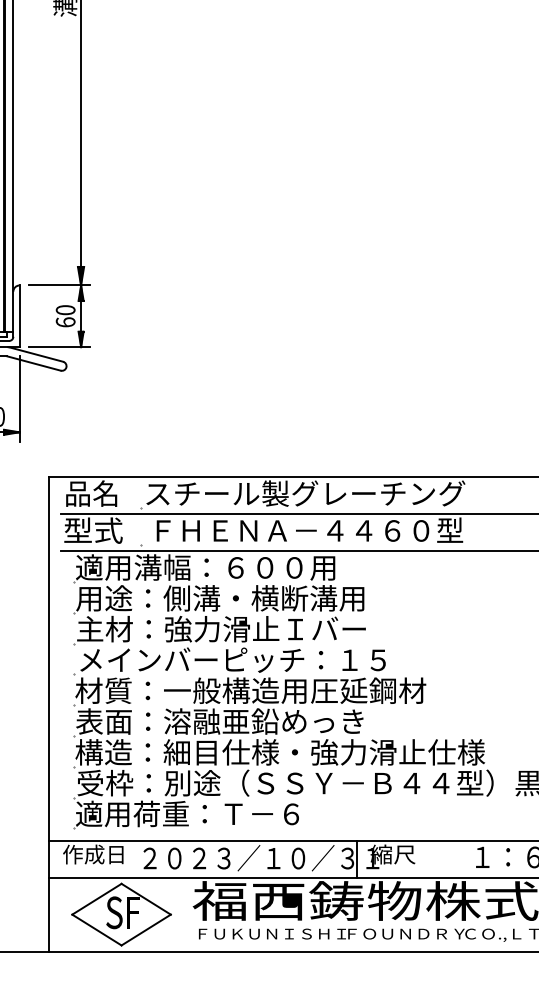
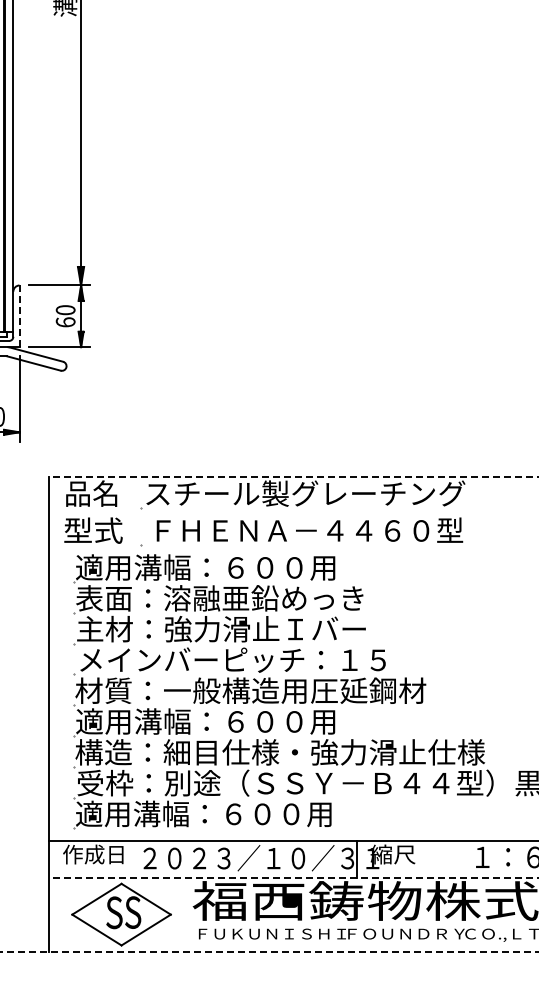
line at (19, 316): solid -> dashed
line at (293, 477): solid -> dashed
line at (298, 514): present -> none
line at (298, 551): present -> none
text at (220, 598): 用途：側溝・横断溝用 -> 表面：溶融亜鉛めっき
text at (219, 721): 表面：溶融亜鉛めっき -> 適用溝幅：６００用
text at (232, 813): 適用荷重：Ｔ－６ -> 適用溝幅：６００用
line at (293, 877): solid -> dashed
text at (133, 912): F -> S
line at (269, 951): solid -> dashed
